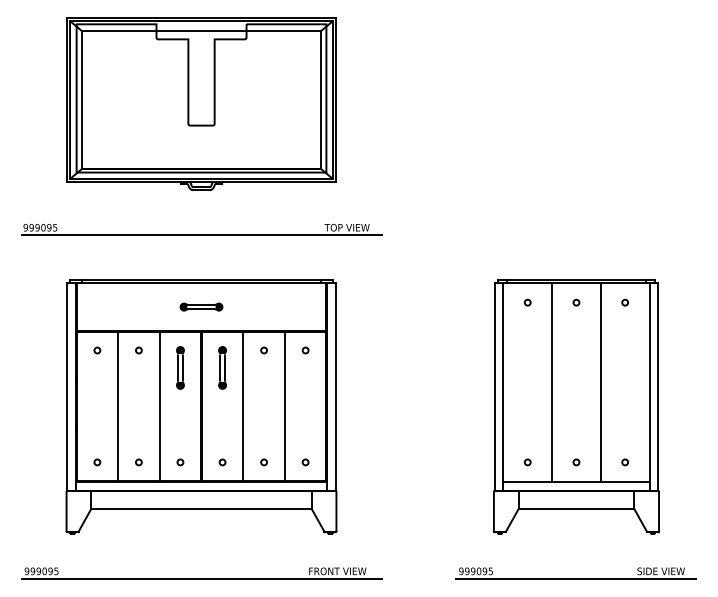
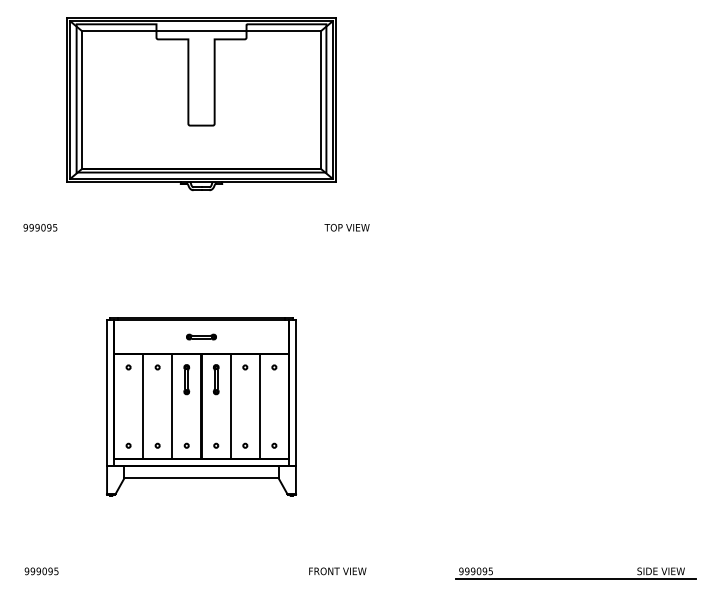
line at (201, 235): present -> none
part at (201, 406) size: 273x256 px -> 191x180 px
part at (576, 406): present -> none
line at (201, 578): present -> none
